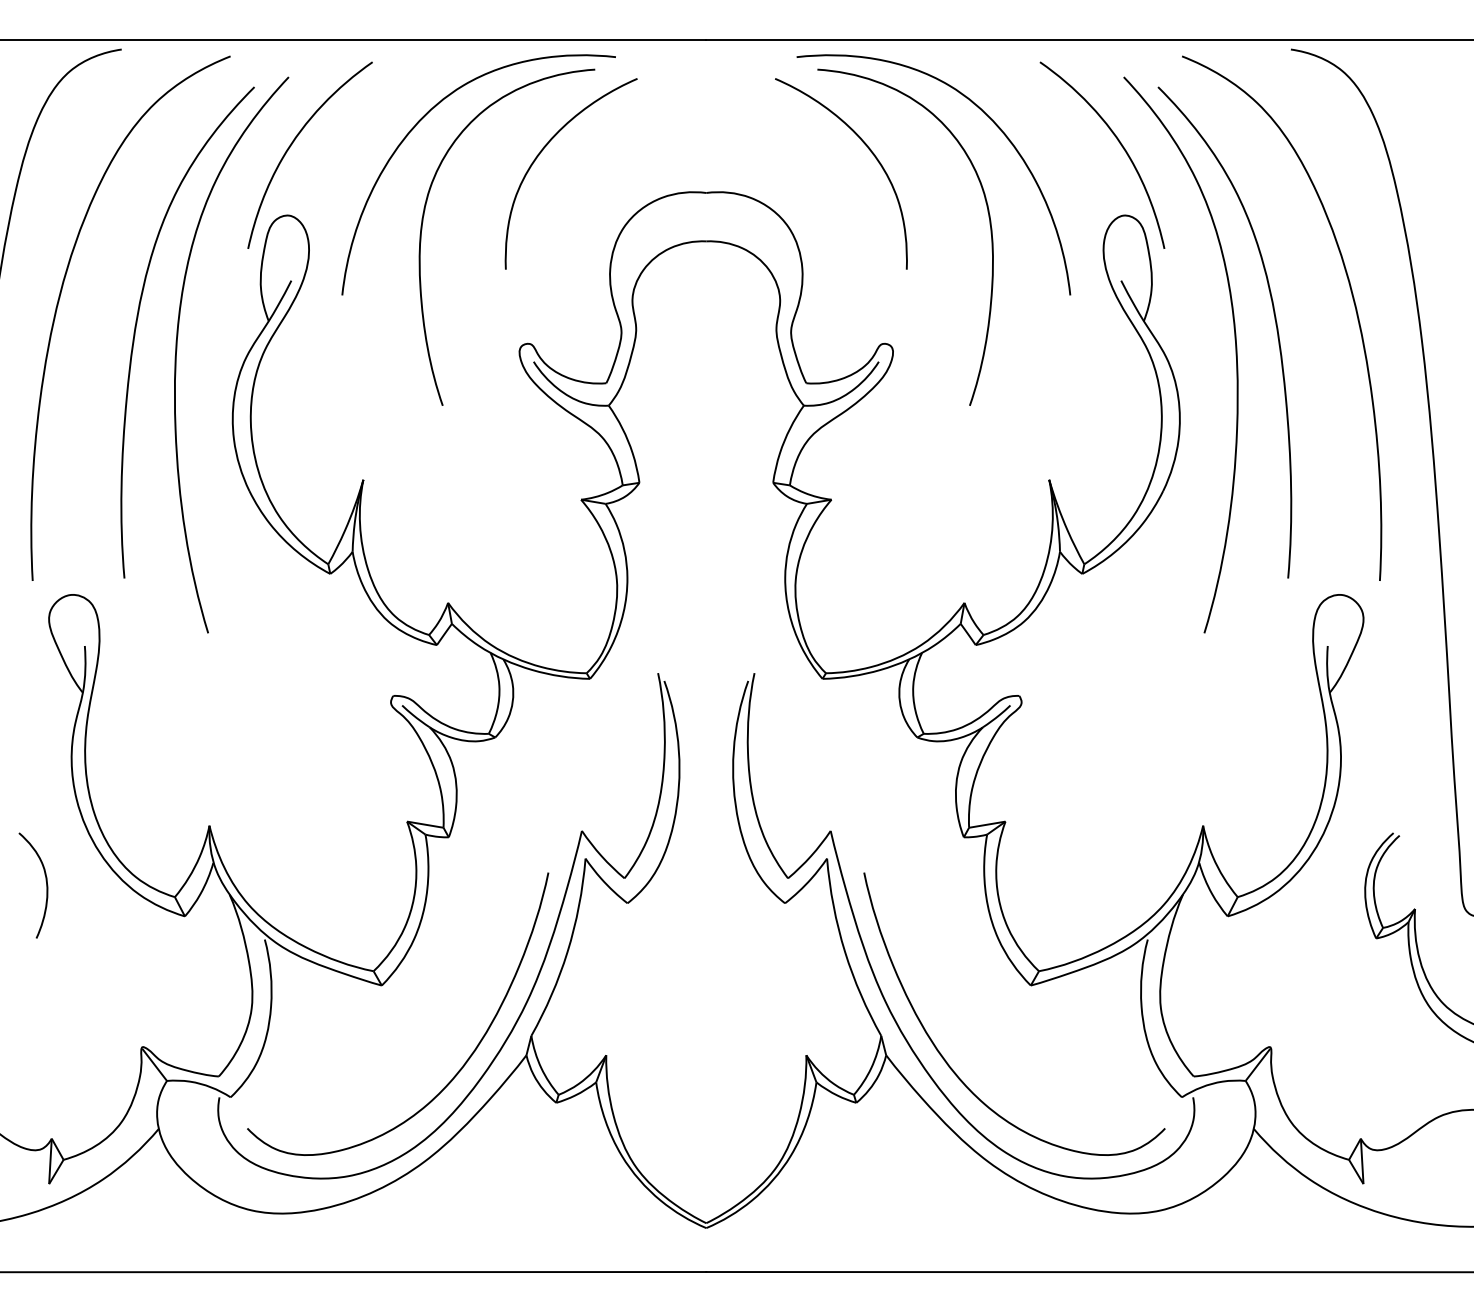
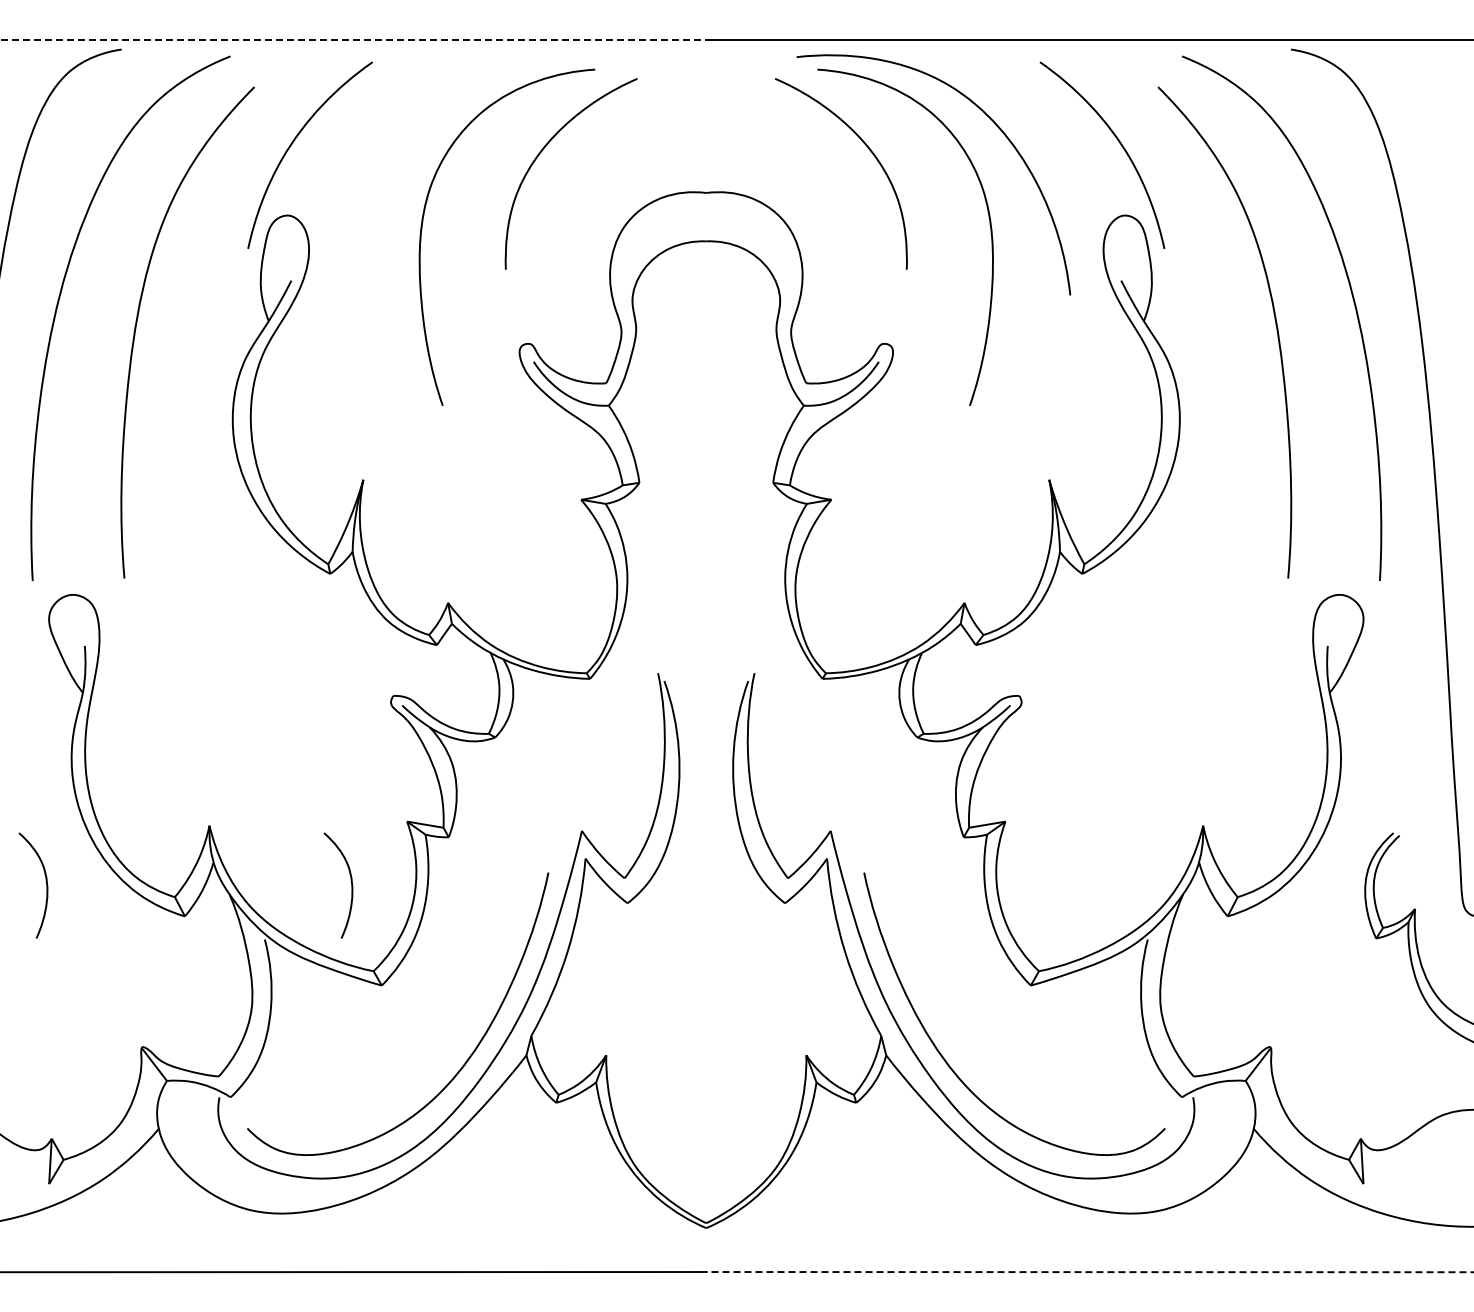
line at (353, 39): solid -> dashed
curve at (423, 118): present -> none
curve at (177, 350): present -> none
curve at (1235, 354): present -> none
curve at (350, 881): none -> present
line at (1090, 1272): solid -> dashed
